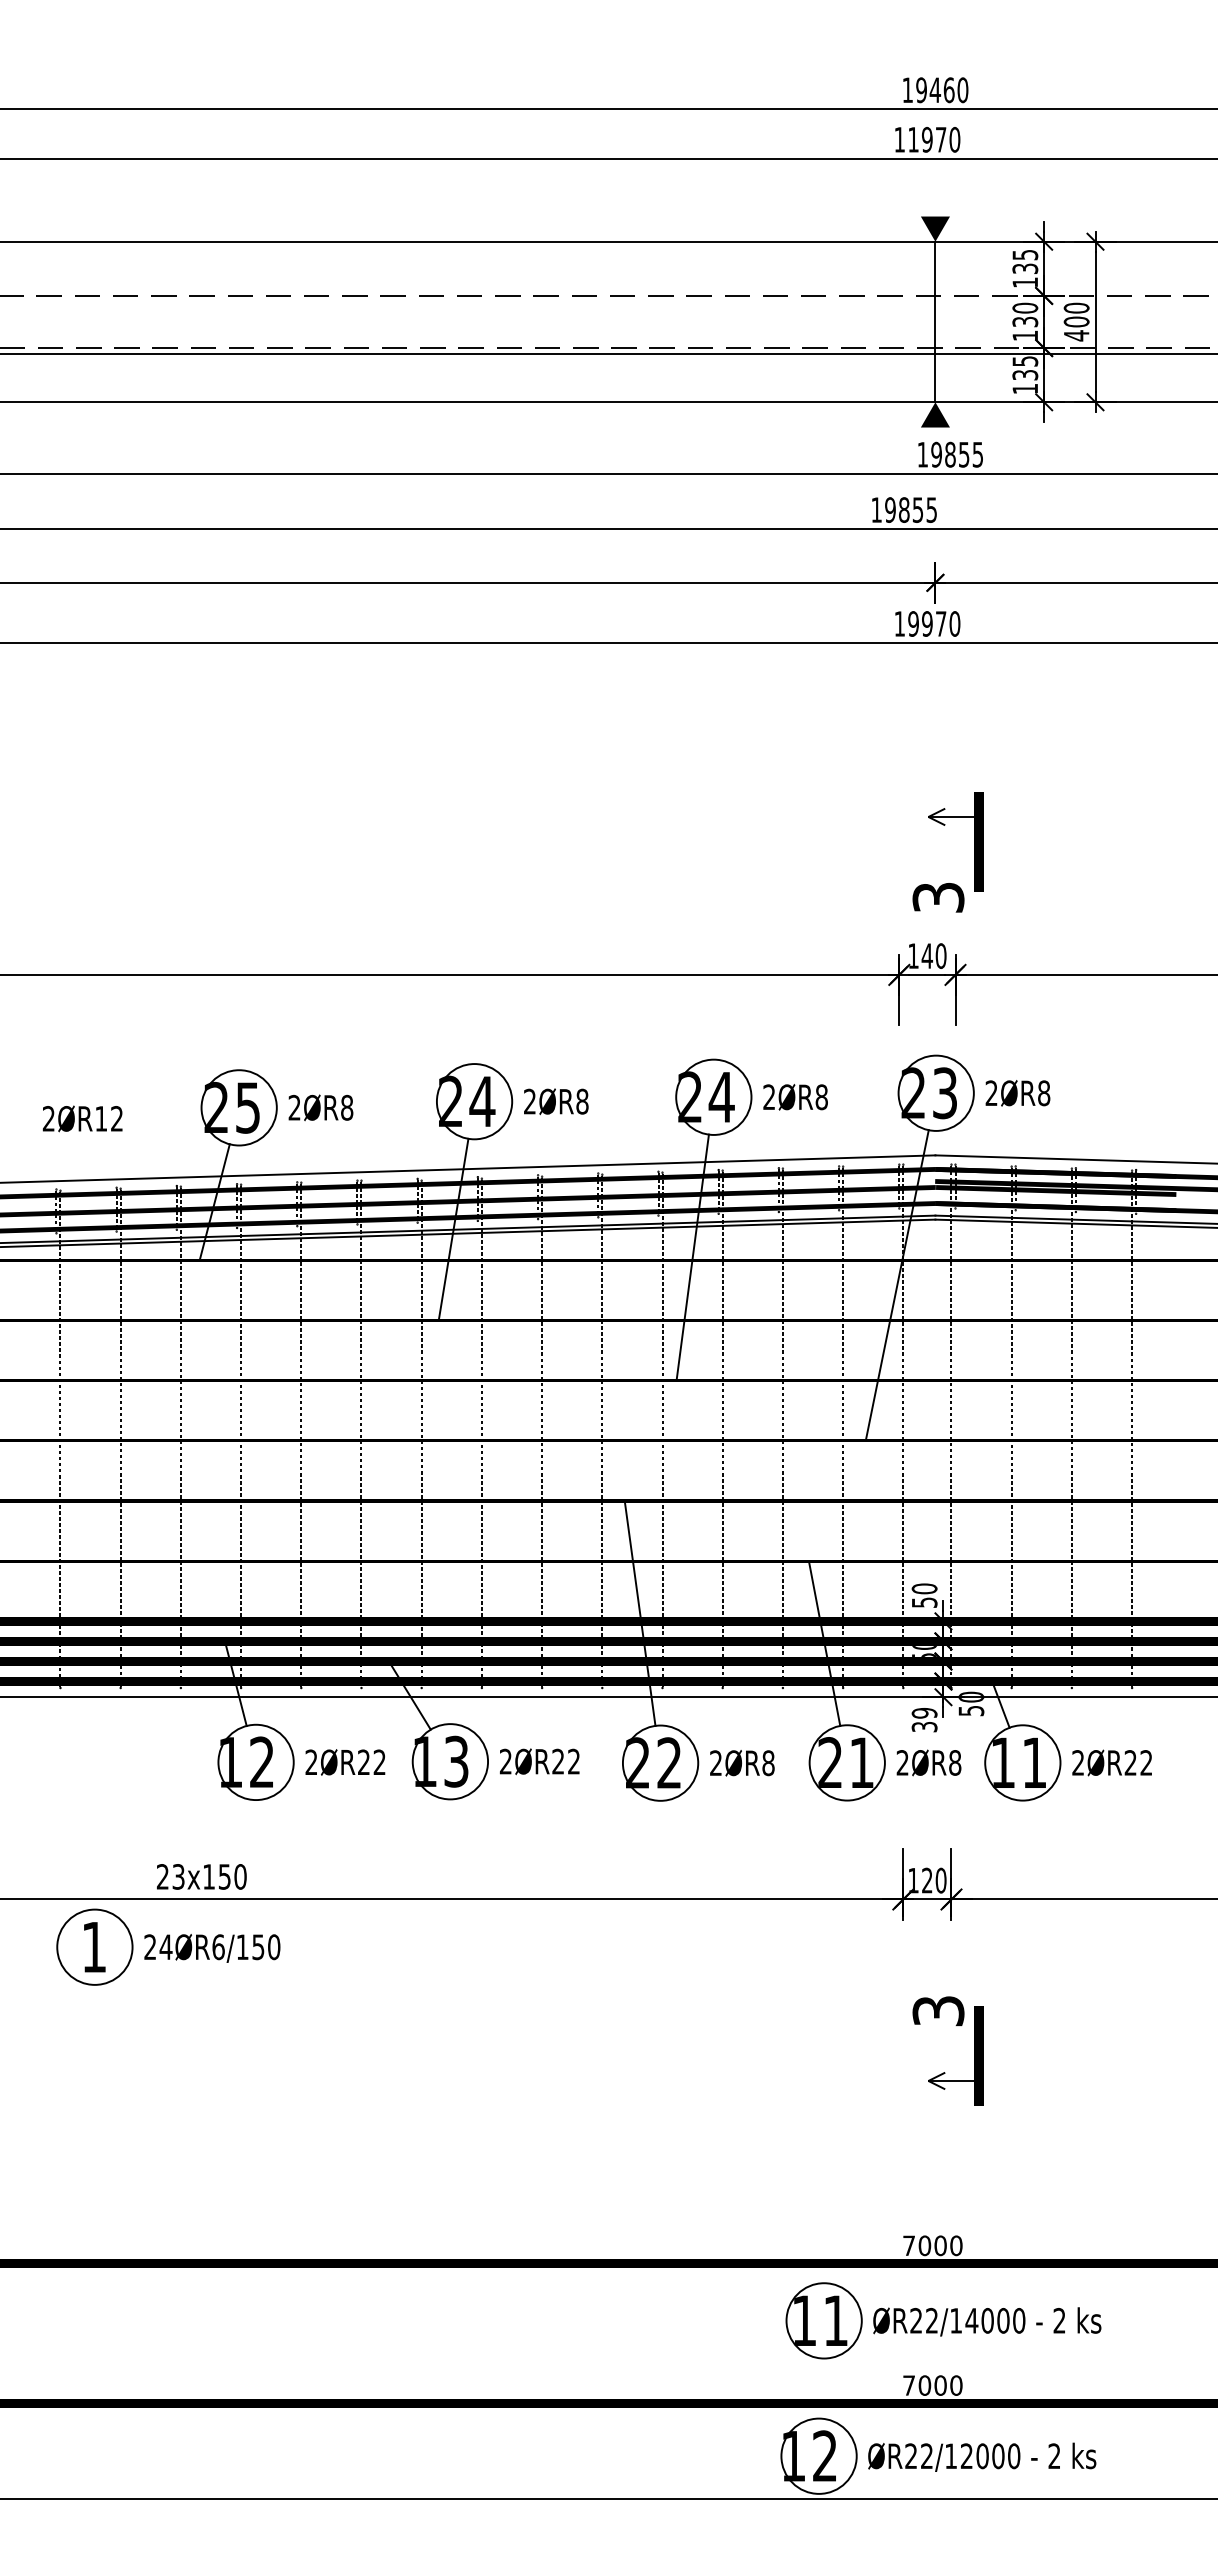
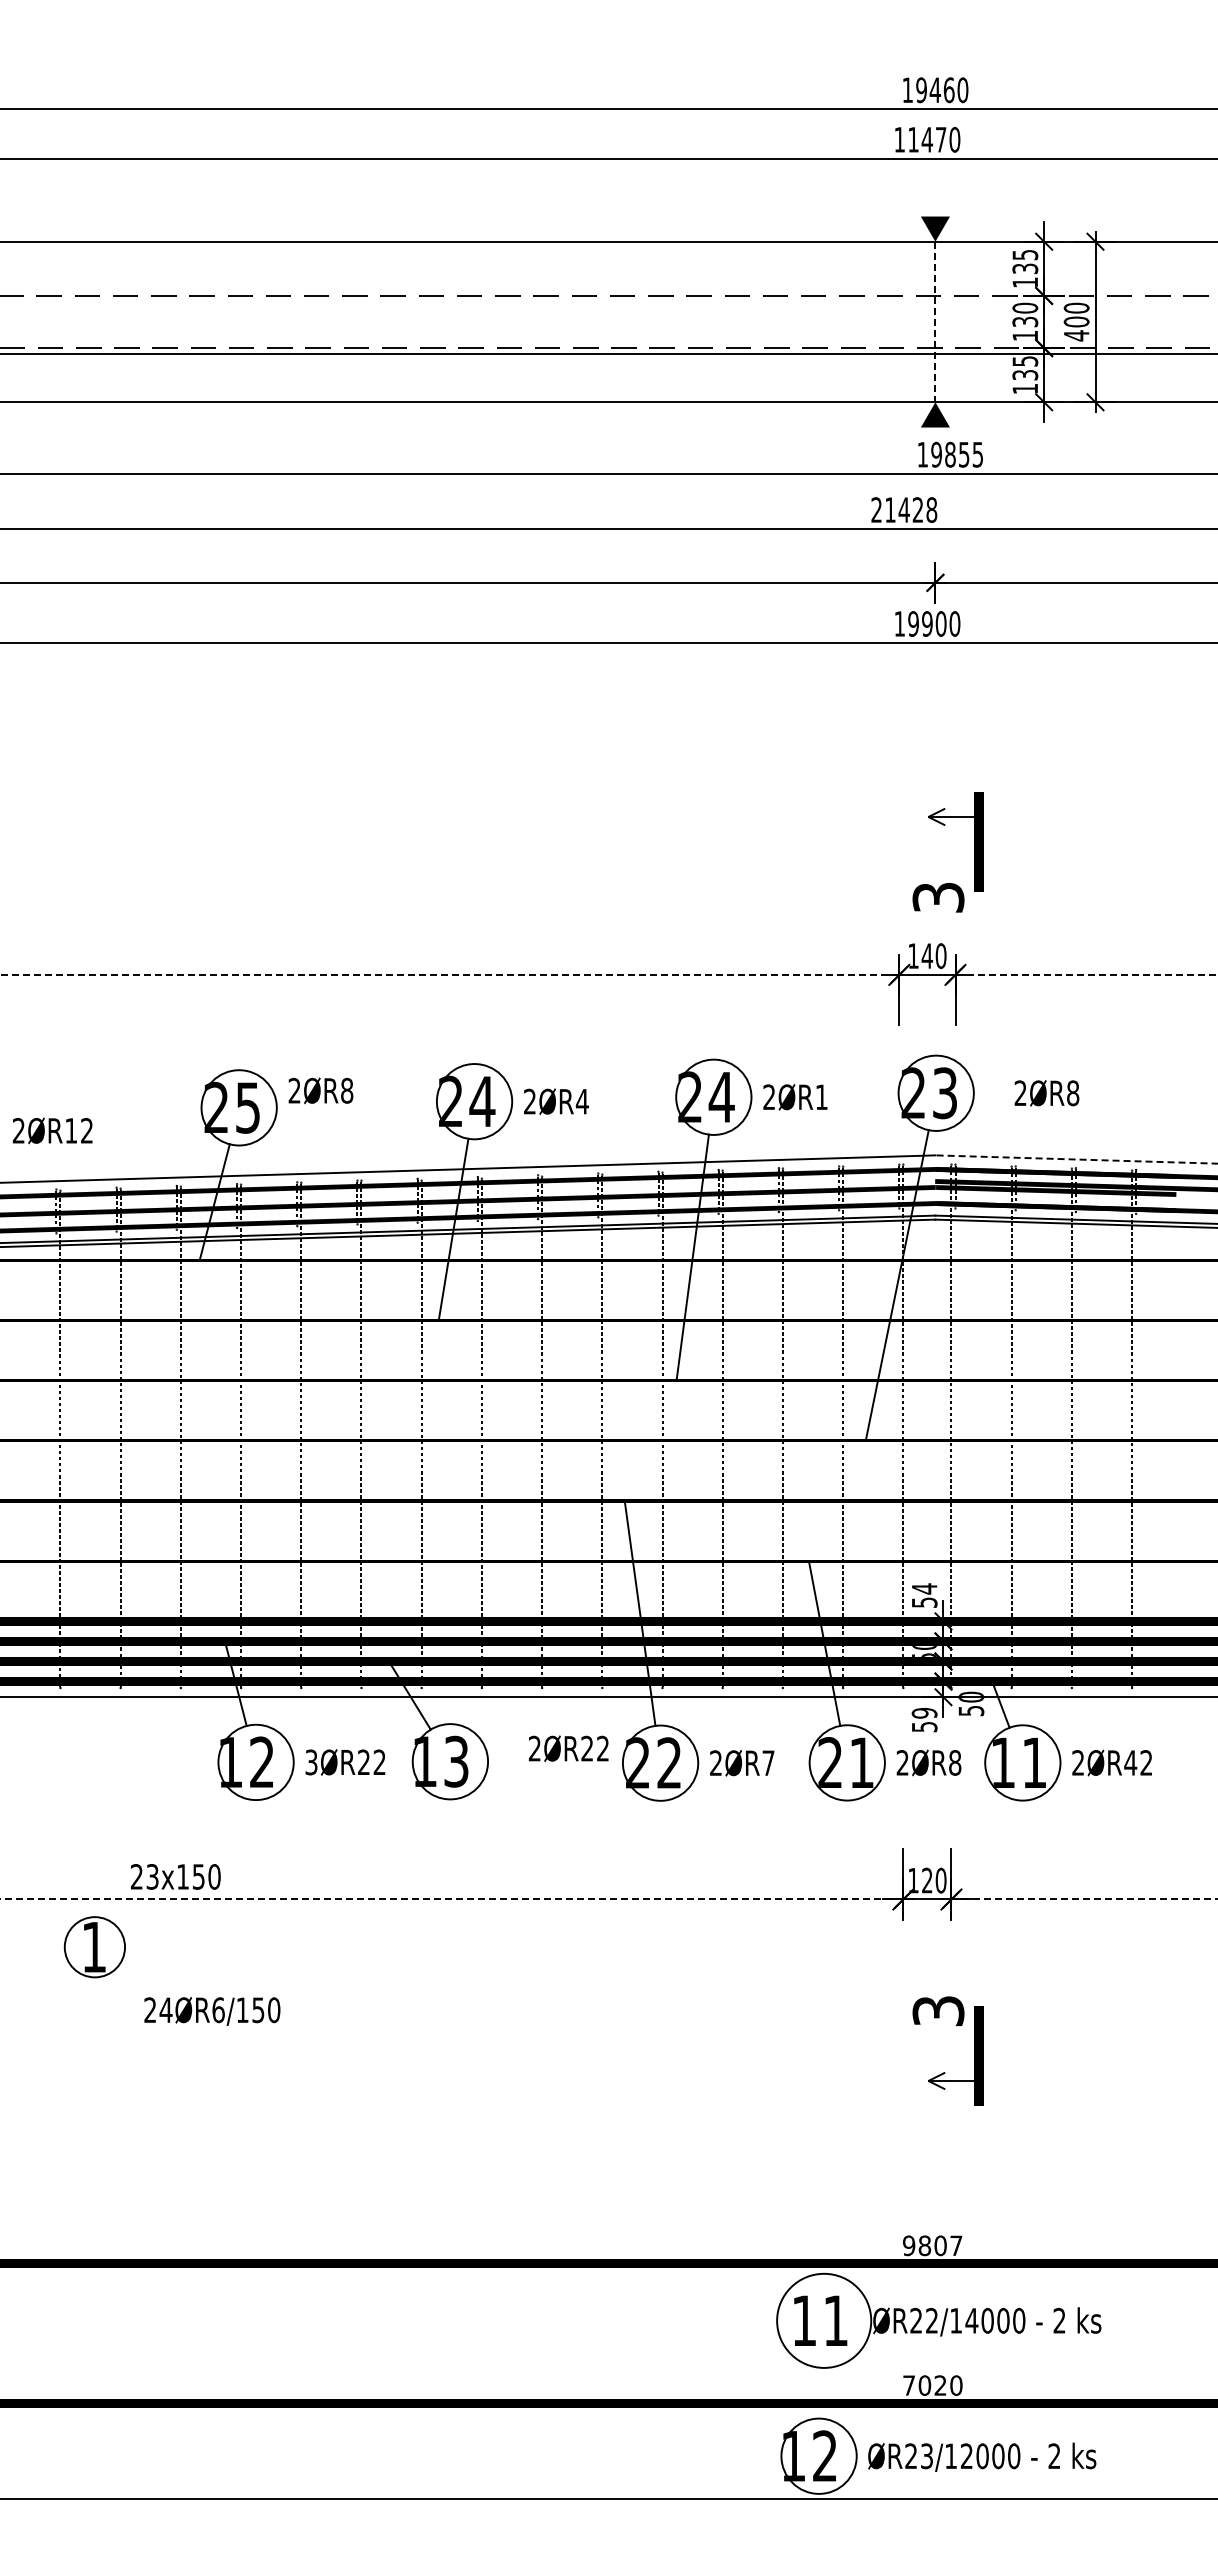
text at (926, 139): 11970 -> 11470
line at (935, 322): solid -> dashed
text at (904, 509): 19855 -> 21428
text at (940, 623): 19970 -> 19900
line at (449, 974): solid -> dashed
line at (1086, 974): solid -> dashed
text at (1017, 1093) position: (1017, 1093) -> (1046, 1093)
text at (821, 1097): 2ØR8 -> 2ØR1
text at (581, 1101): 2ØR8 -> 2ØR4
text at (320, 1107) position: (320, 1107) -> (320, 1090)
text at (82, 1118) position: (82, 1118) -> (52, 1130)
line at (1076, 1159): solid -> dashed
text at (924, 1588): 50 -> 54
text at (923, 1726): 39 -> 59
text at (539, 1761) position: (539, 1761) -> (568, 1748)
text at (311, 1762): 2ØR22 -> 3ØR22
text at (1130, 1762): 2ØR22 -> 2ØR42
text at (768, 1763): 2ØR8 -> 2ØR7
text at (201, 1876) position: (201, 1876) -> (175, 1876)
line at (451, 1899): solid -> dashed
line at (1084, 1899): solid -> dashed
circle at (94, 1946) diameter: 75 px -> 60 px
text at (212, 1948) position: (212, 1948) -> (212, 2011)
text at (932, 2245): 7000 -> 9807
circle at (823, 2320) diameter: 75 px -> 94 px
text at (940, 2385): 7000 -> 7020
text at (926, 2456): ØR22/12000 -> ØR23/12000
